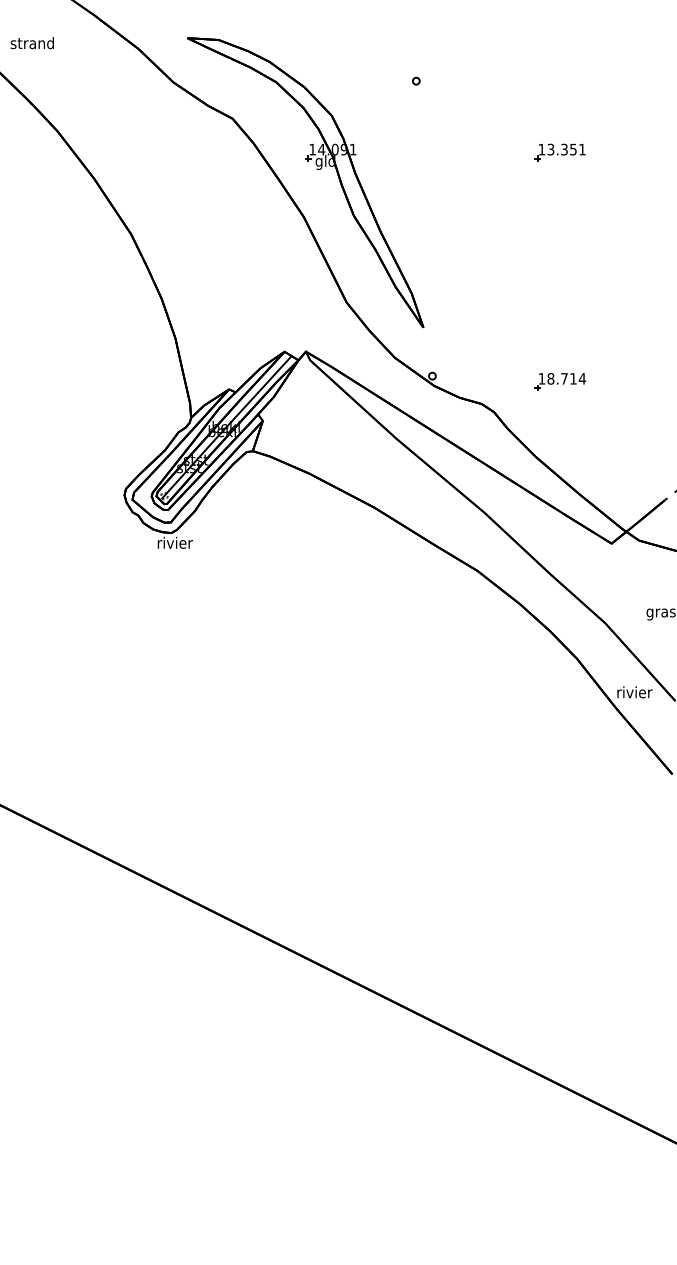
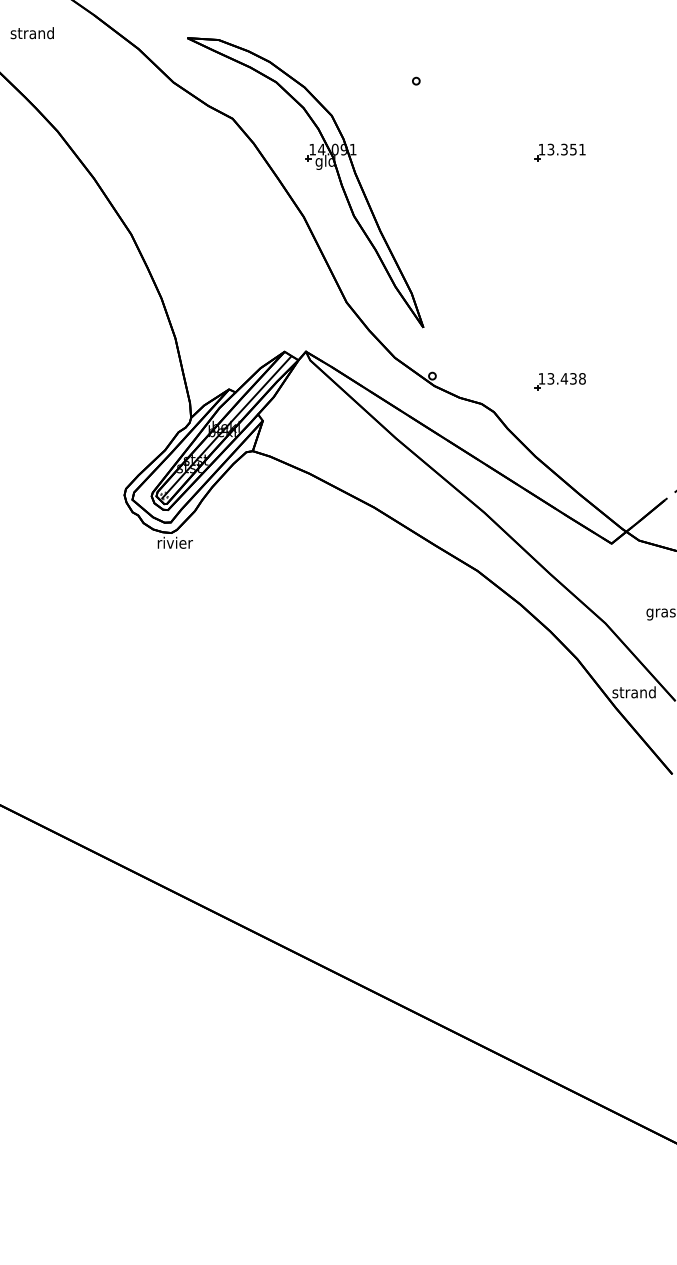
text at (31, 43) position: (31, 43) -> (31, 33)
text at (566, 378): 18.714 -> 13.438
text at (633, 692): rivier -> strand
